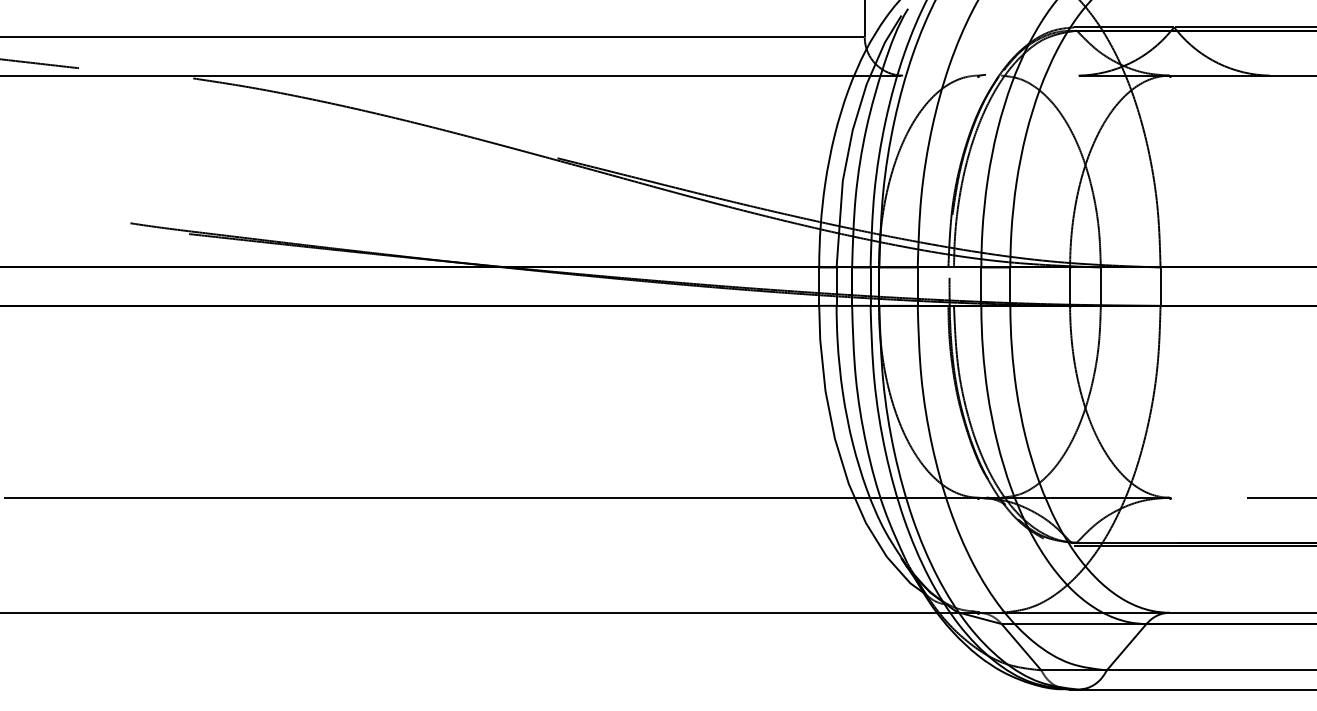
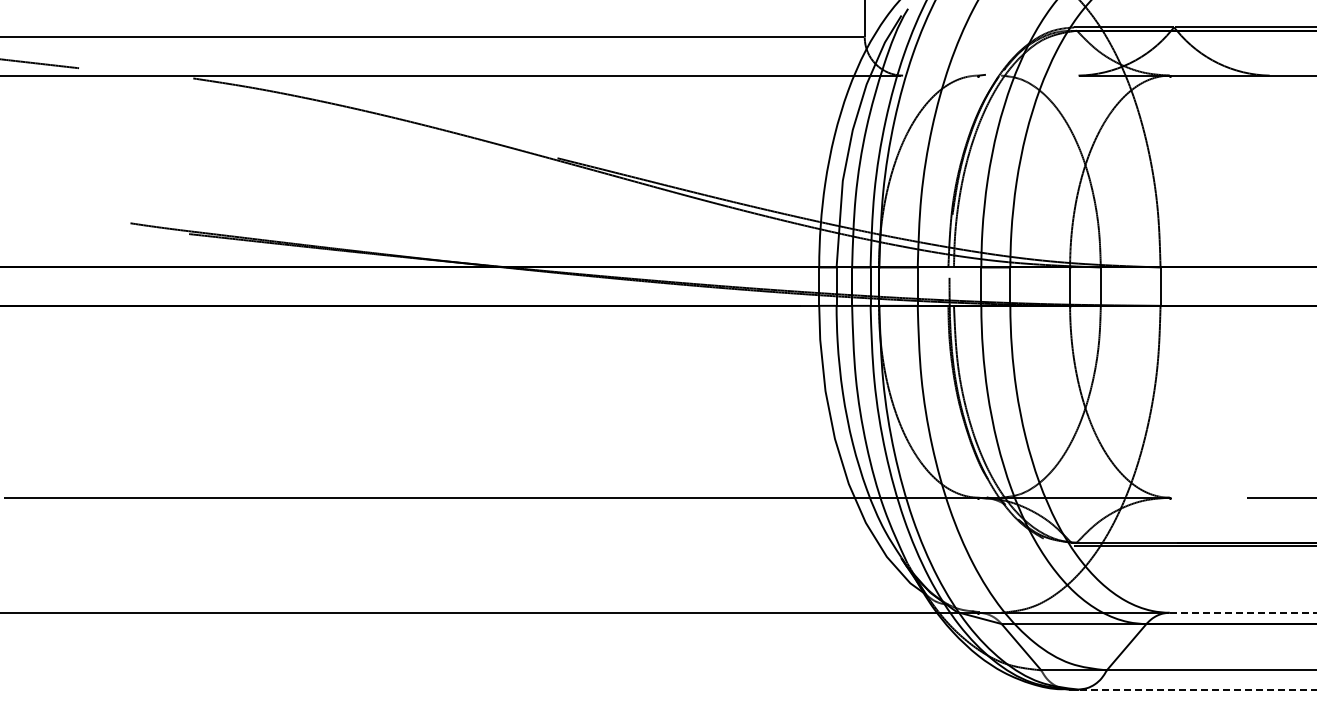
line at (1242, 612): solid -> dashed
line at (1197, 689): solid -> dashed
